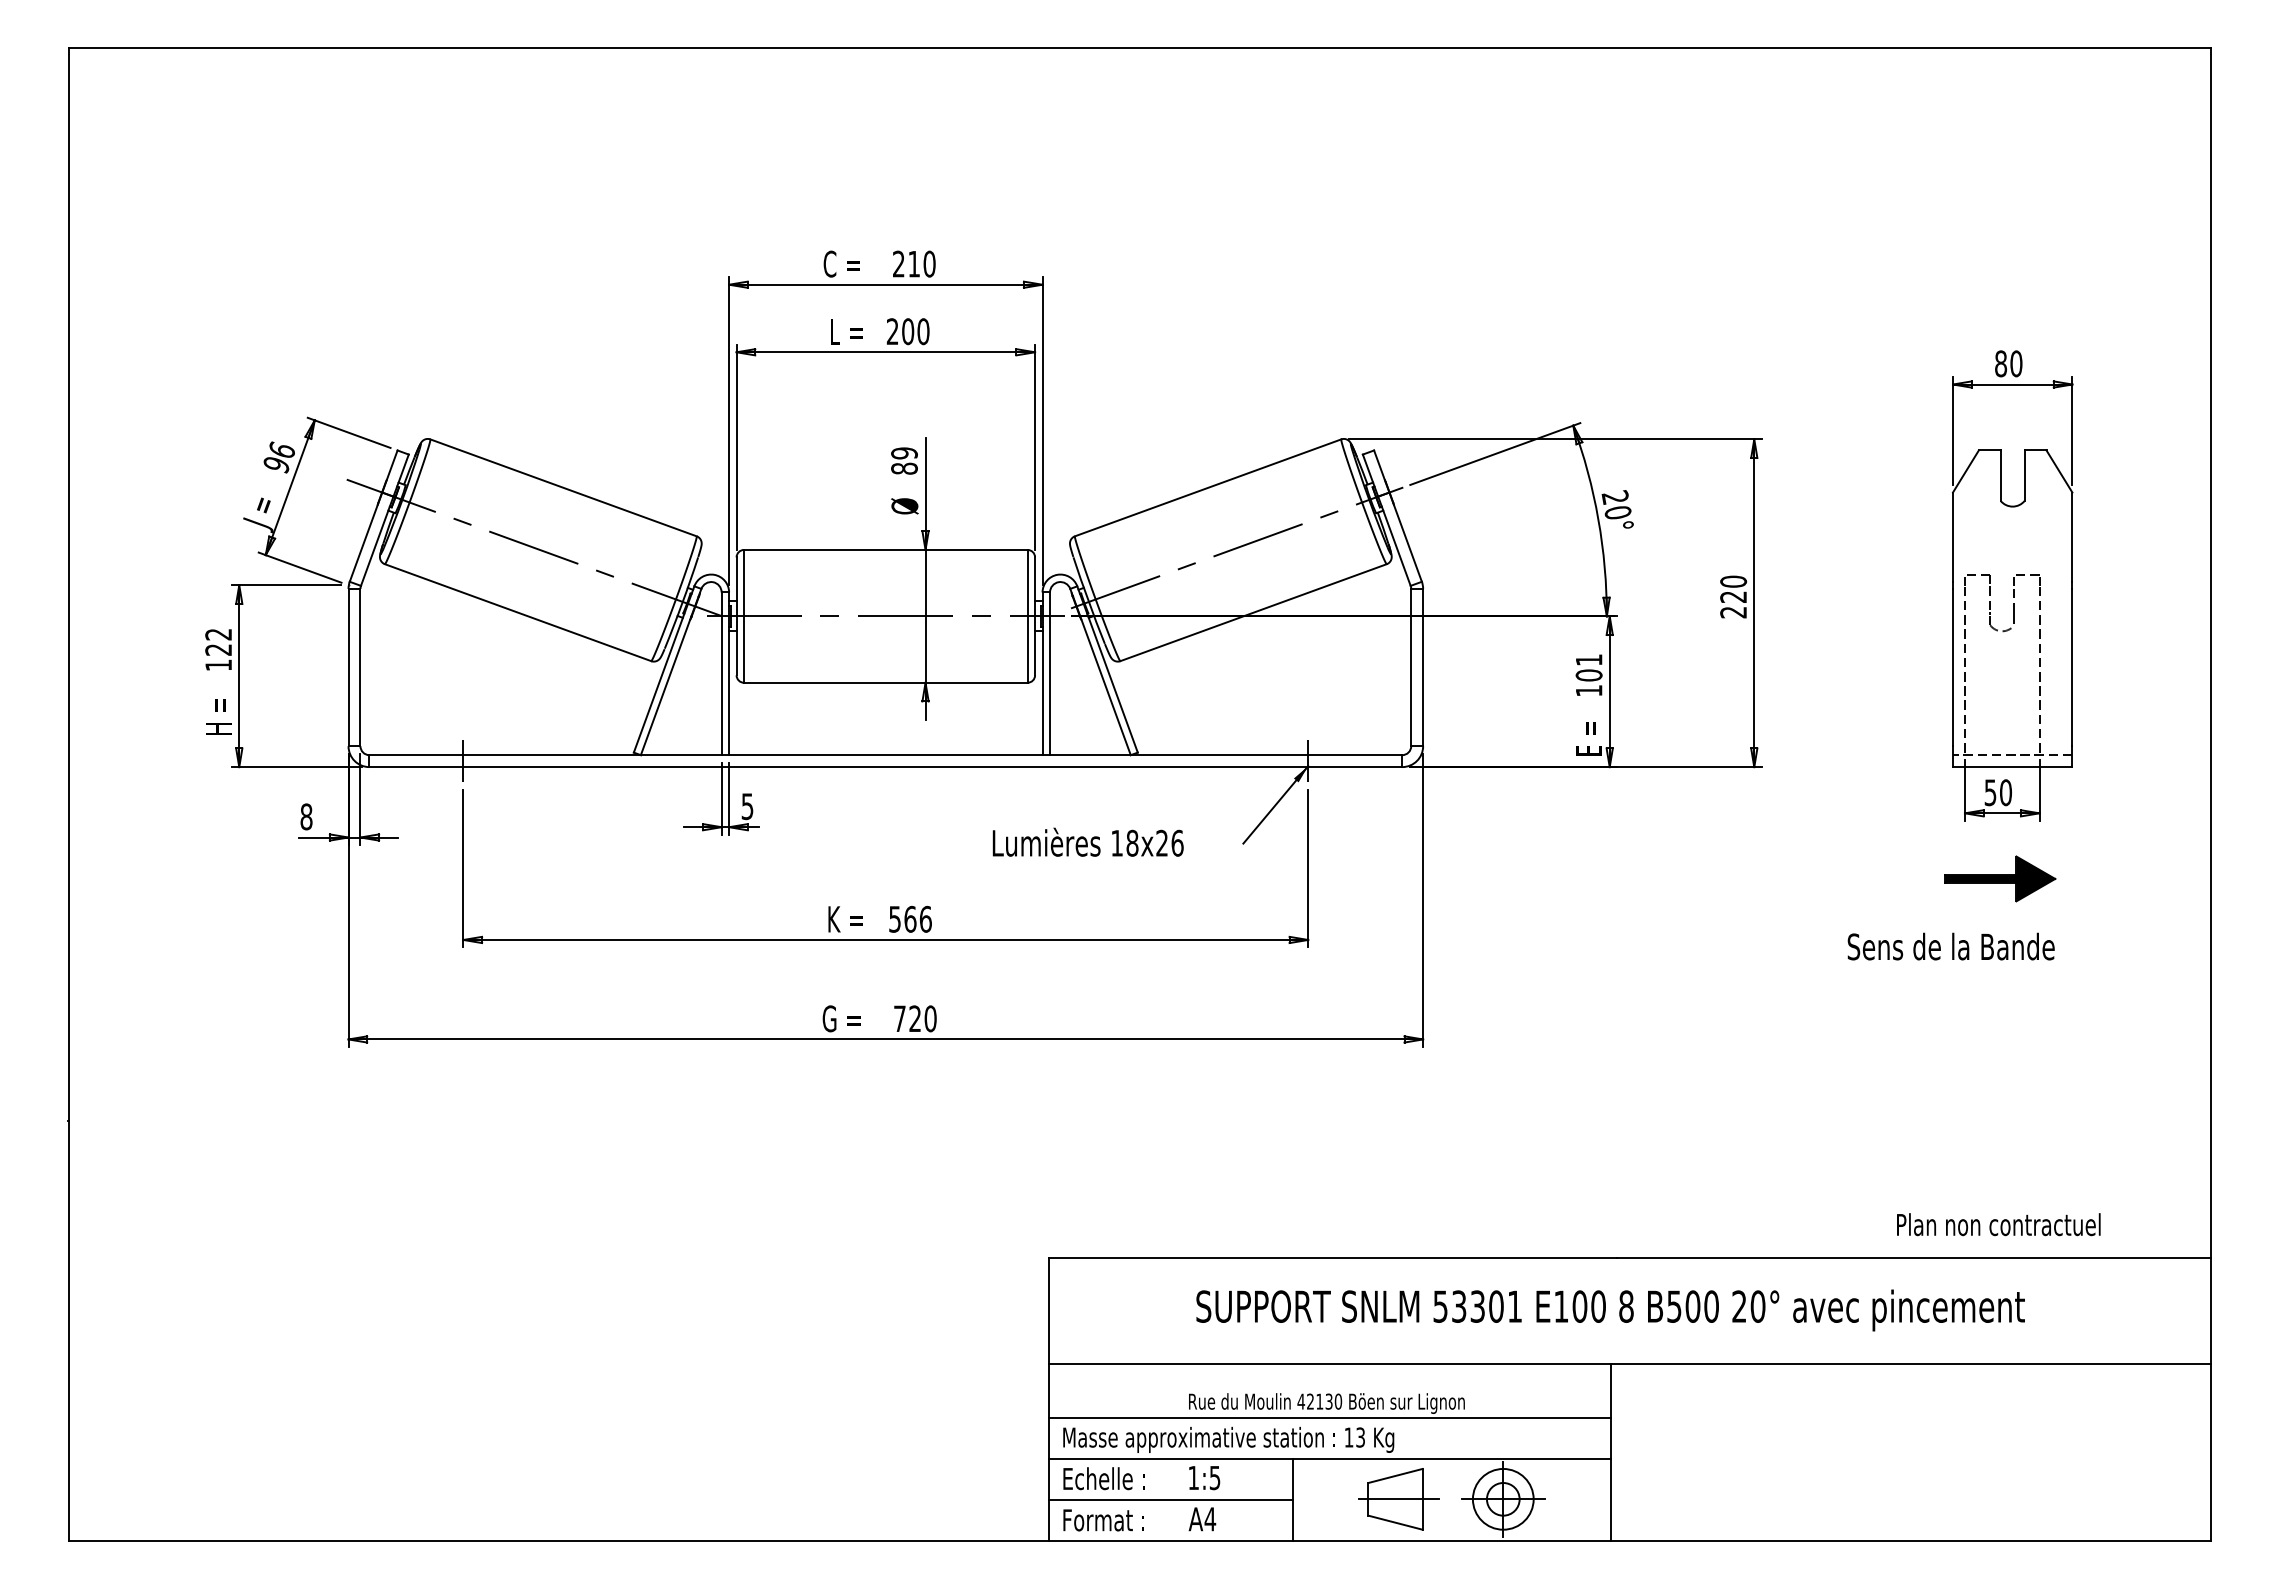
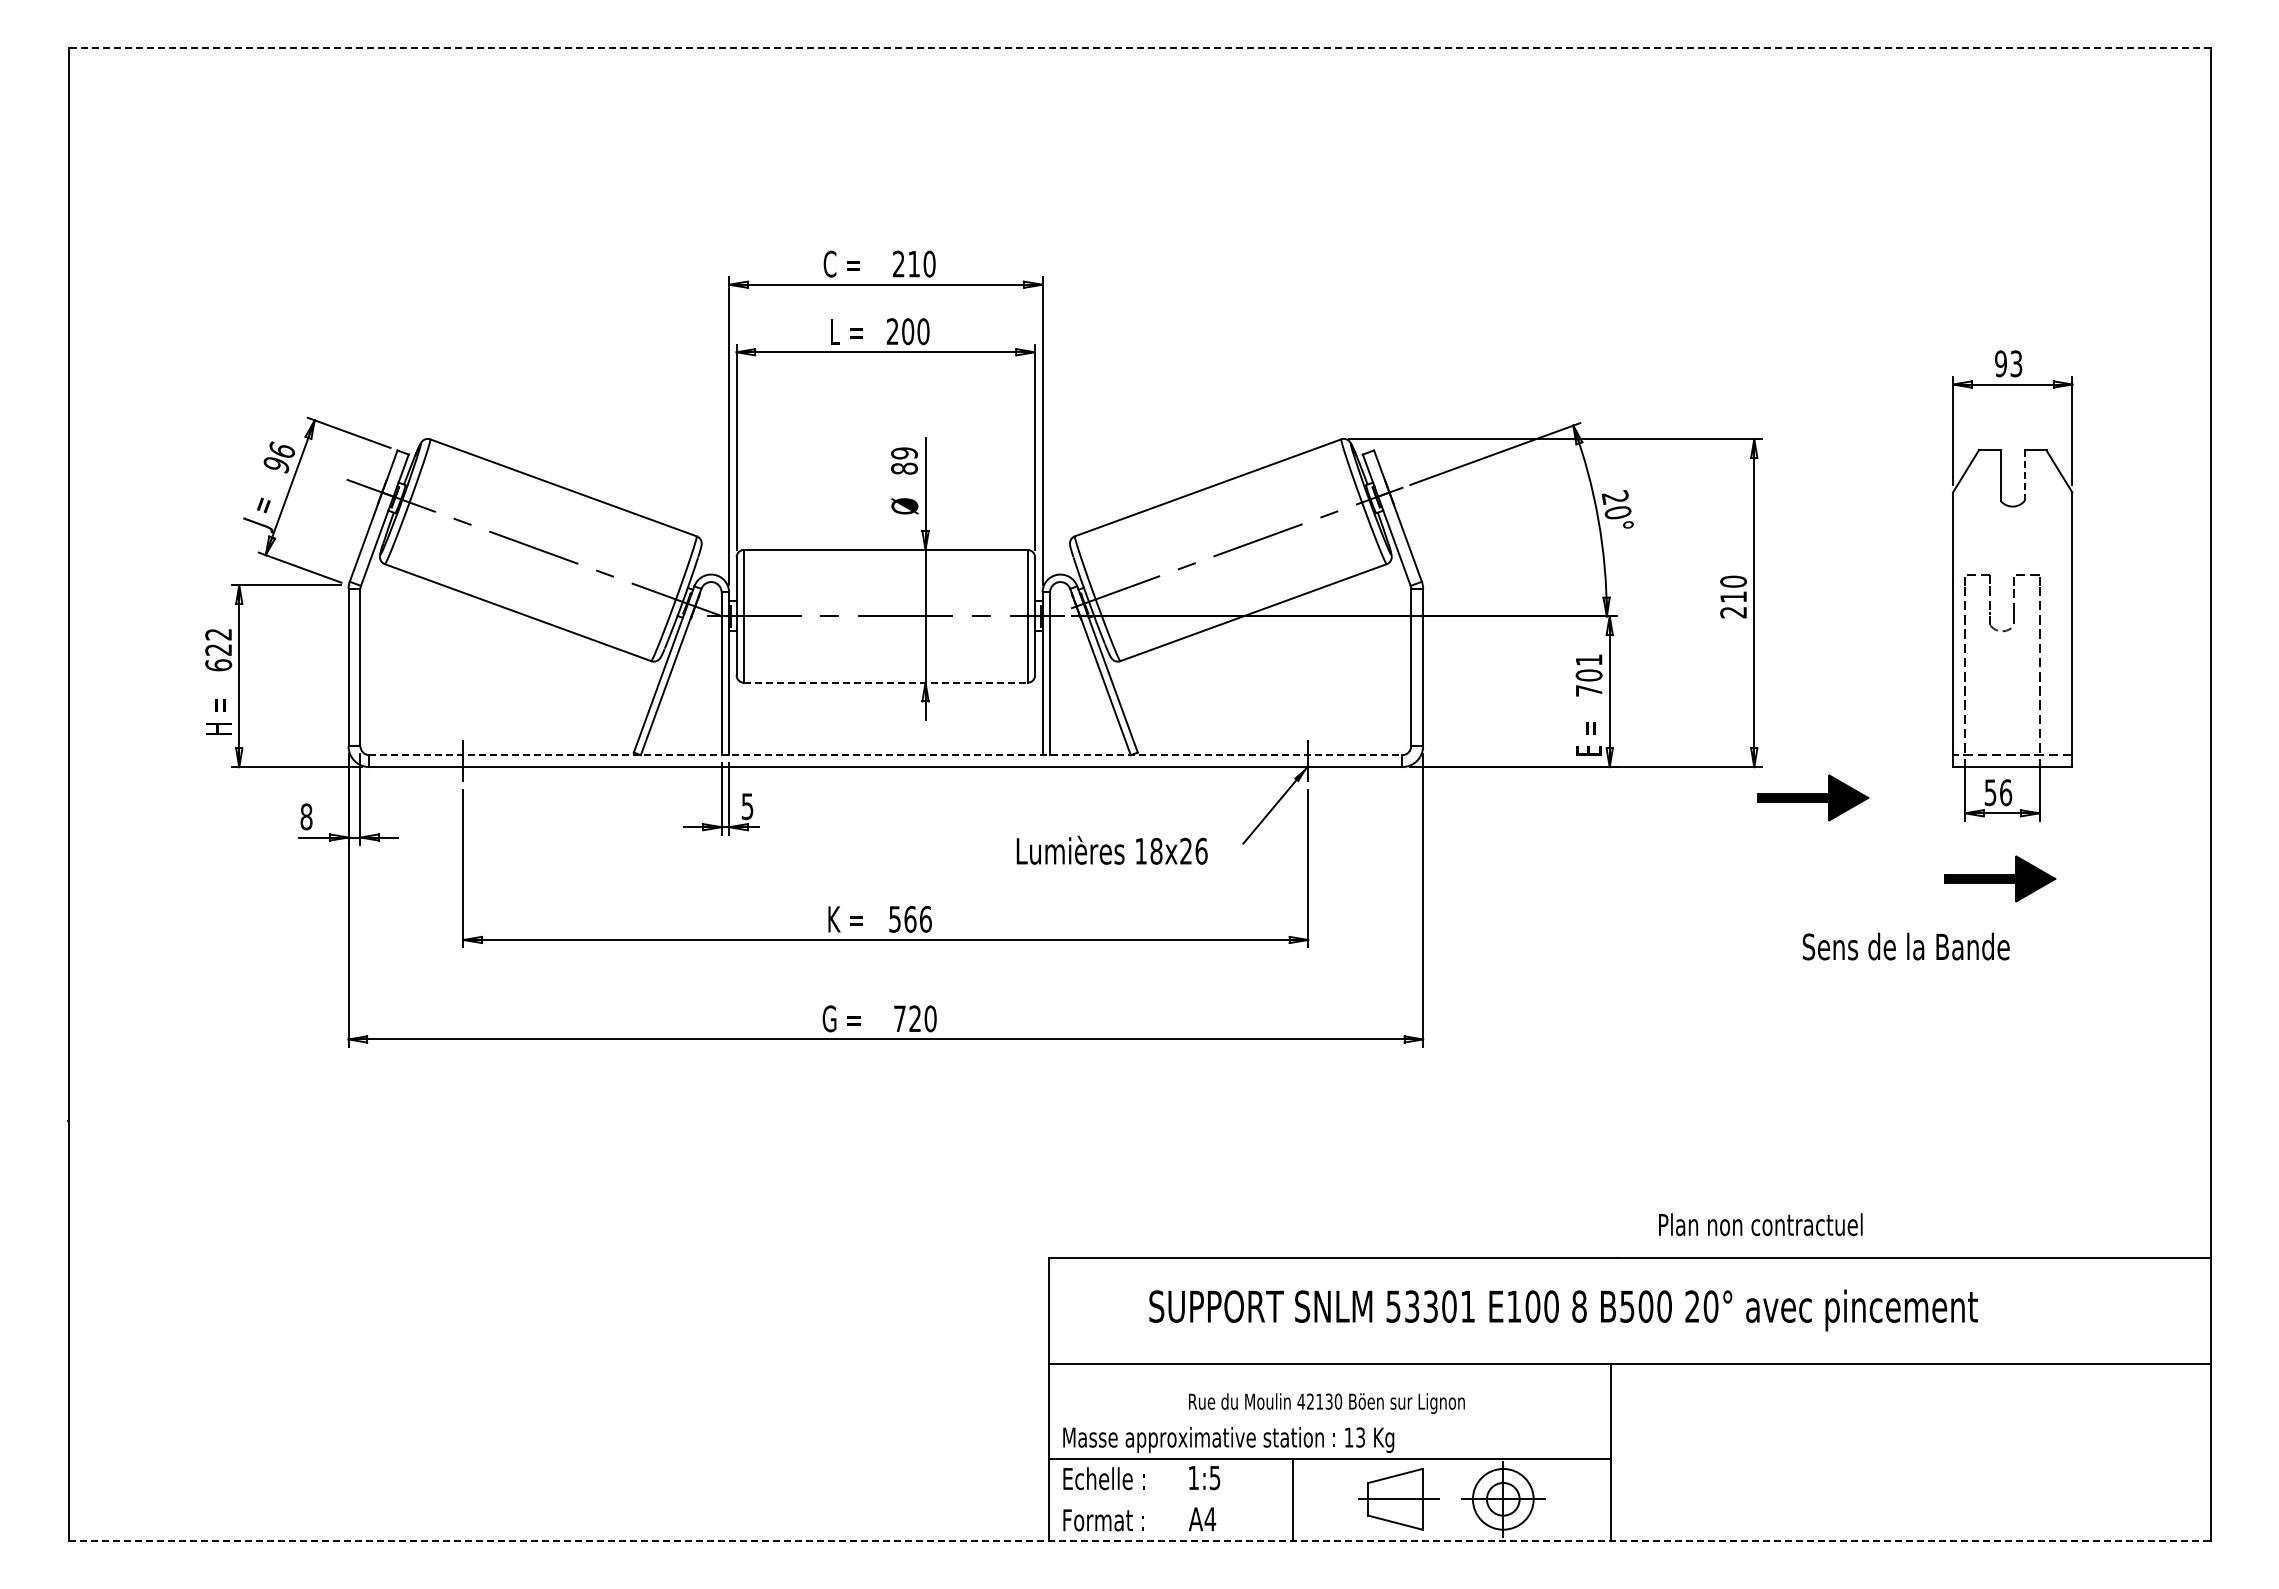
line at (1139, 47): solid -> dashed
text at (2008, 363): 80 -> 93
line at (2024, 475): solid -> dashed
text at (1733, 596): 220 -> 210
text at (218, 665): 122 -> 622
line at (885, 682): solid -> dashed
text at (1589, 690): 101 -> 701
line at (886, 755): solid -> dashed
text at (2006, 792): 50 -> 56
part at (1813, 797): none -> present
text at (1087, 841) position: (1087, 841) -> (1111, 849)
text at (1950, 946) position: (1950, 946) -> (1905, 946)
text at (1998, 1224) position: (1998, 1224) -> (1760, 1224)
text at (1610, 1310) position: (1610, 1310) -> (1563, 1310)
line at (1330, 1418): present -> none
line at (1170, 1500): present -> none
line at (1139, 1541): solid -> dashed
